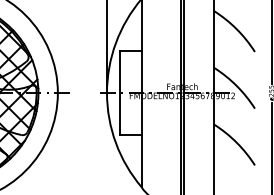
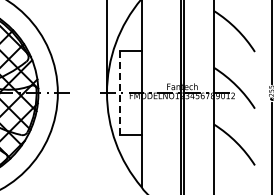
line at (120, 93): solid -> dashed
